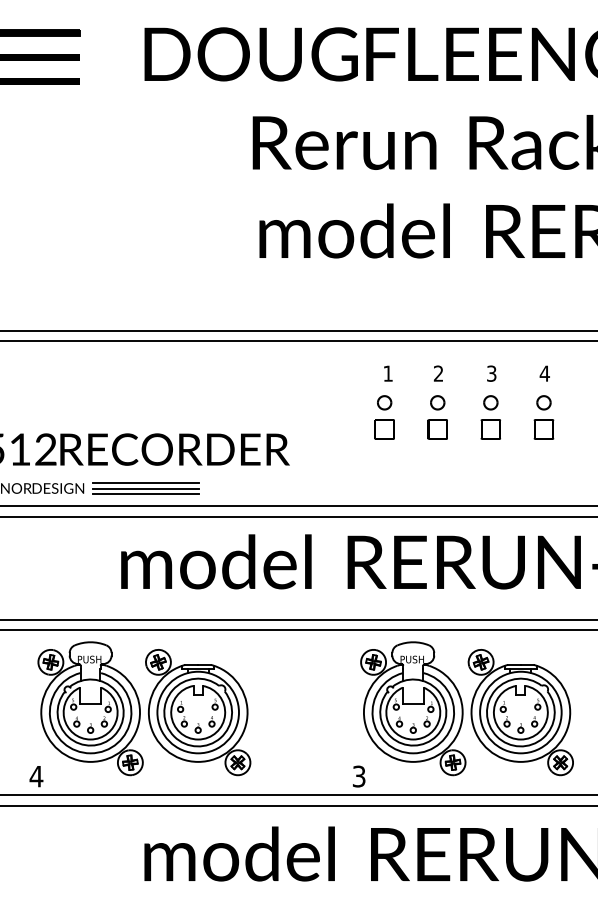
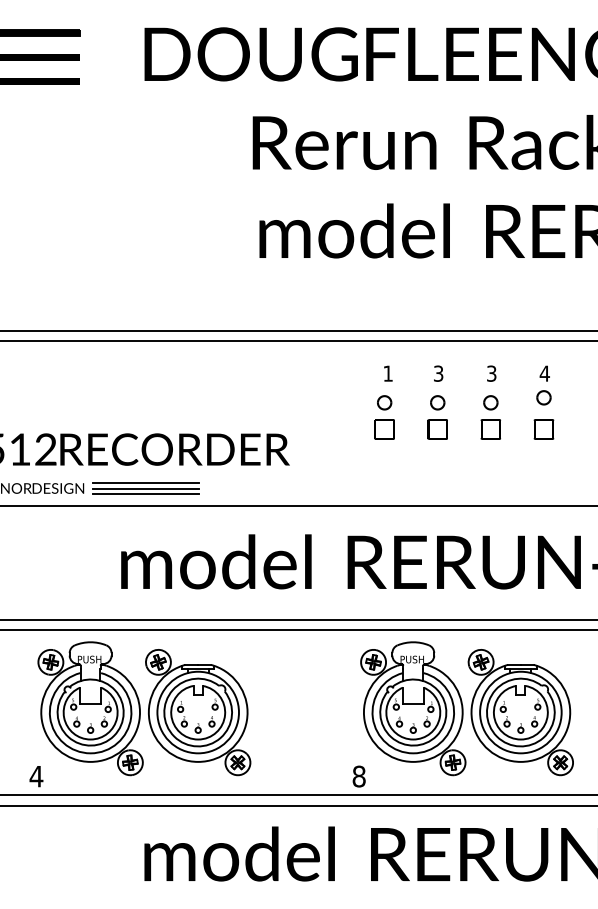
text at (438, 373): 2 -> 3
part at (543, 402) position: (543, 402) -> (543, 397)
line at (298, 516): present -> none
text at (358, 776): 3 -> 8
